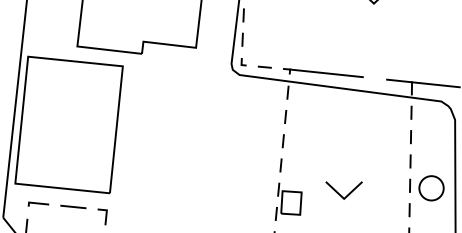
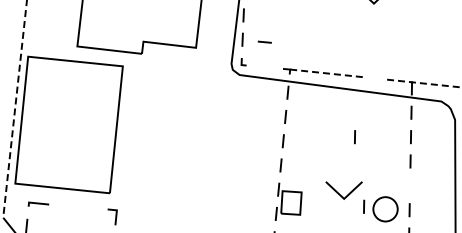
line at (264, 66) position: (264, 66) -> (264, 41)
line at (326, 73): solid -> dashed
line at (423, 83): solid -> dashed
line at (15, 109): solid -> dashed
line at (354, 137): none -> present
part at (426, 188) position: (426, 188) -> (380, 209)
line at (73, 206): present -> none
line at (105, 216) position: (105, 216) -> (115, 216)
